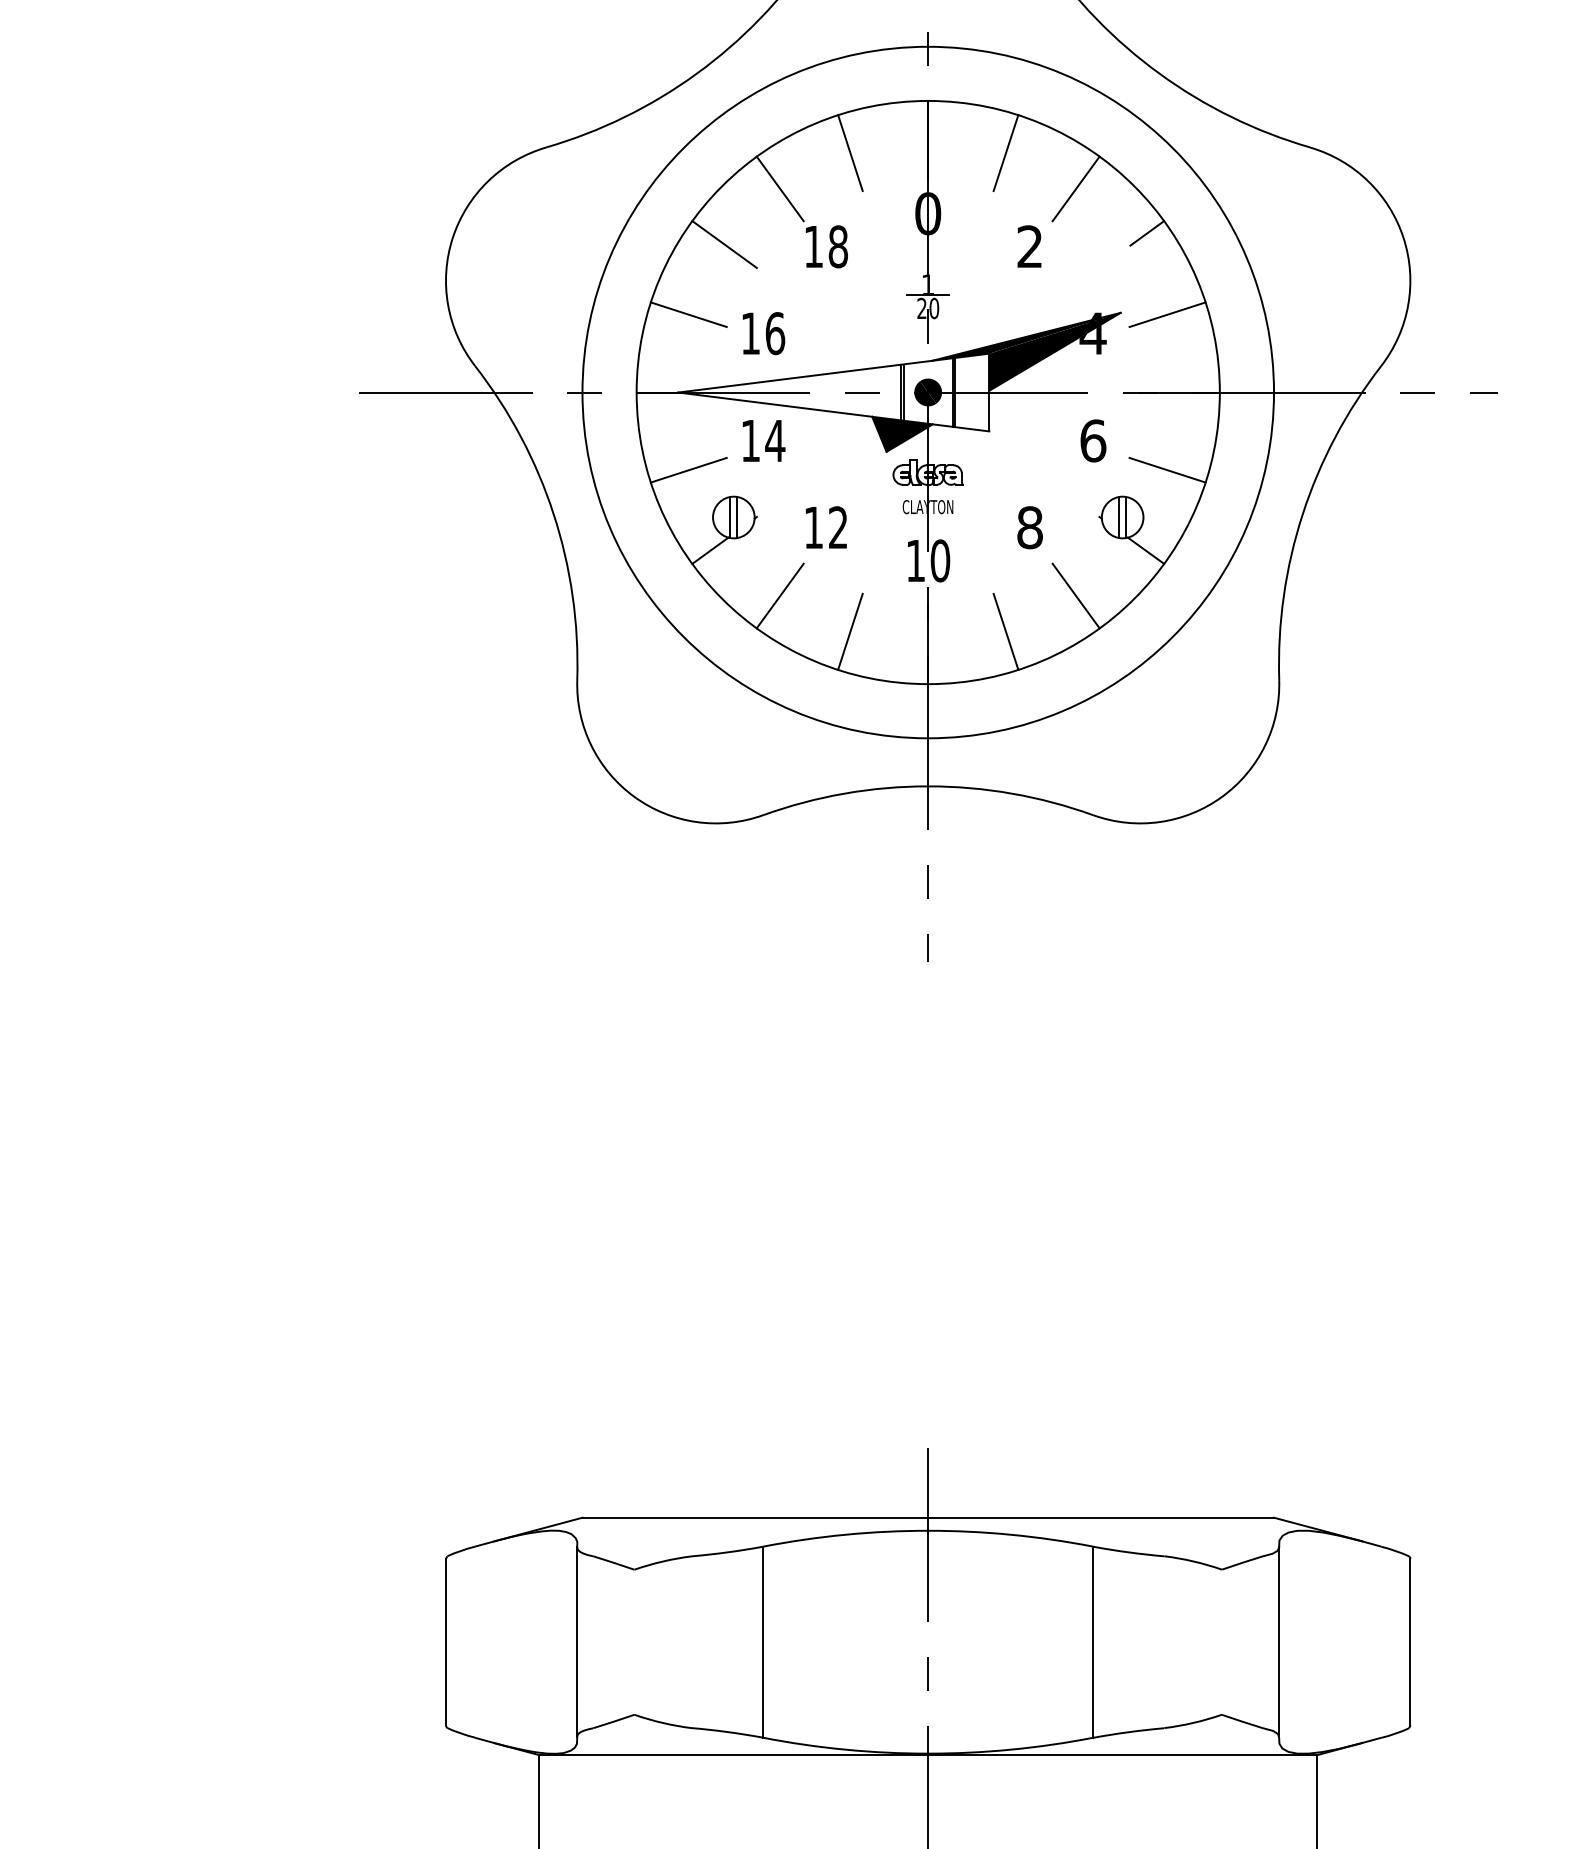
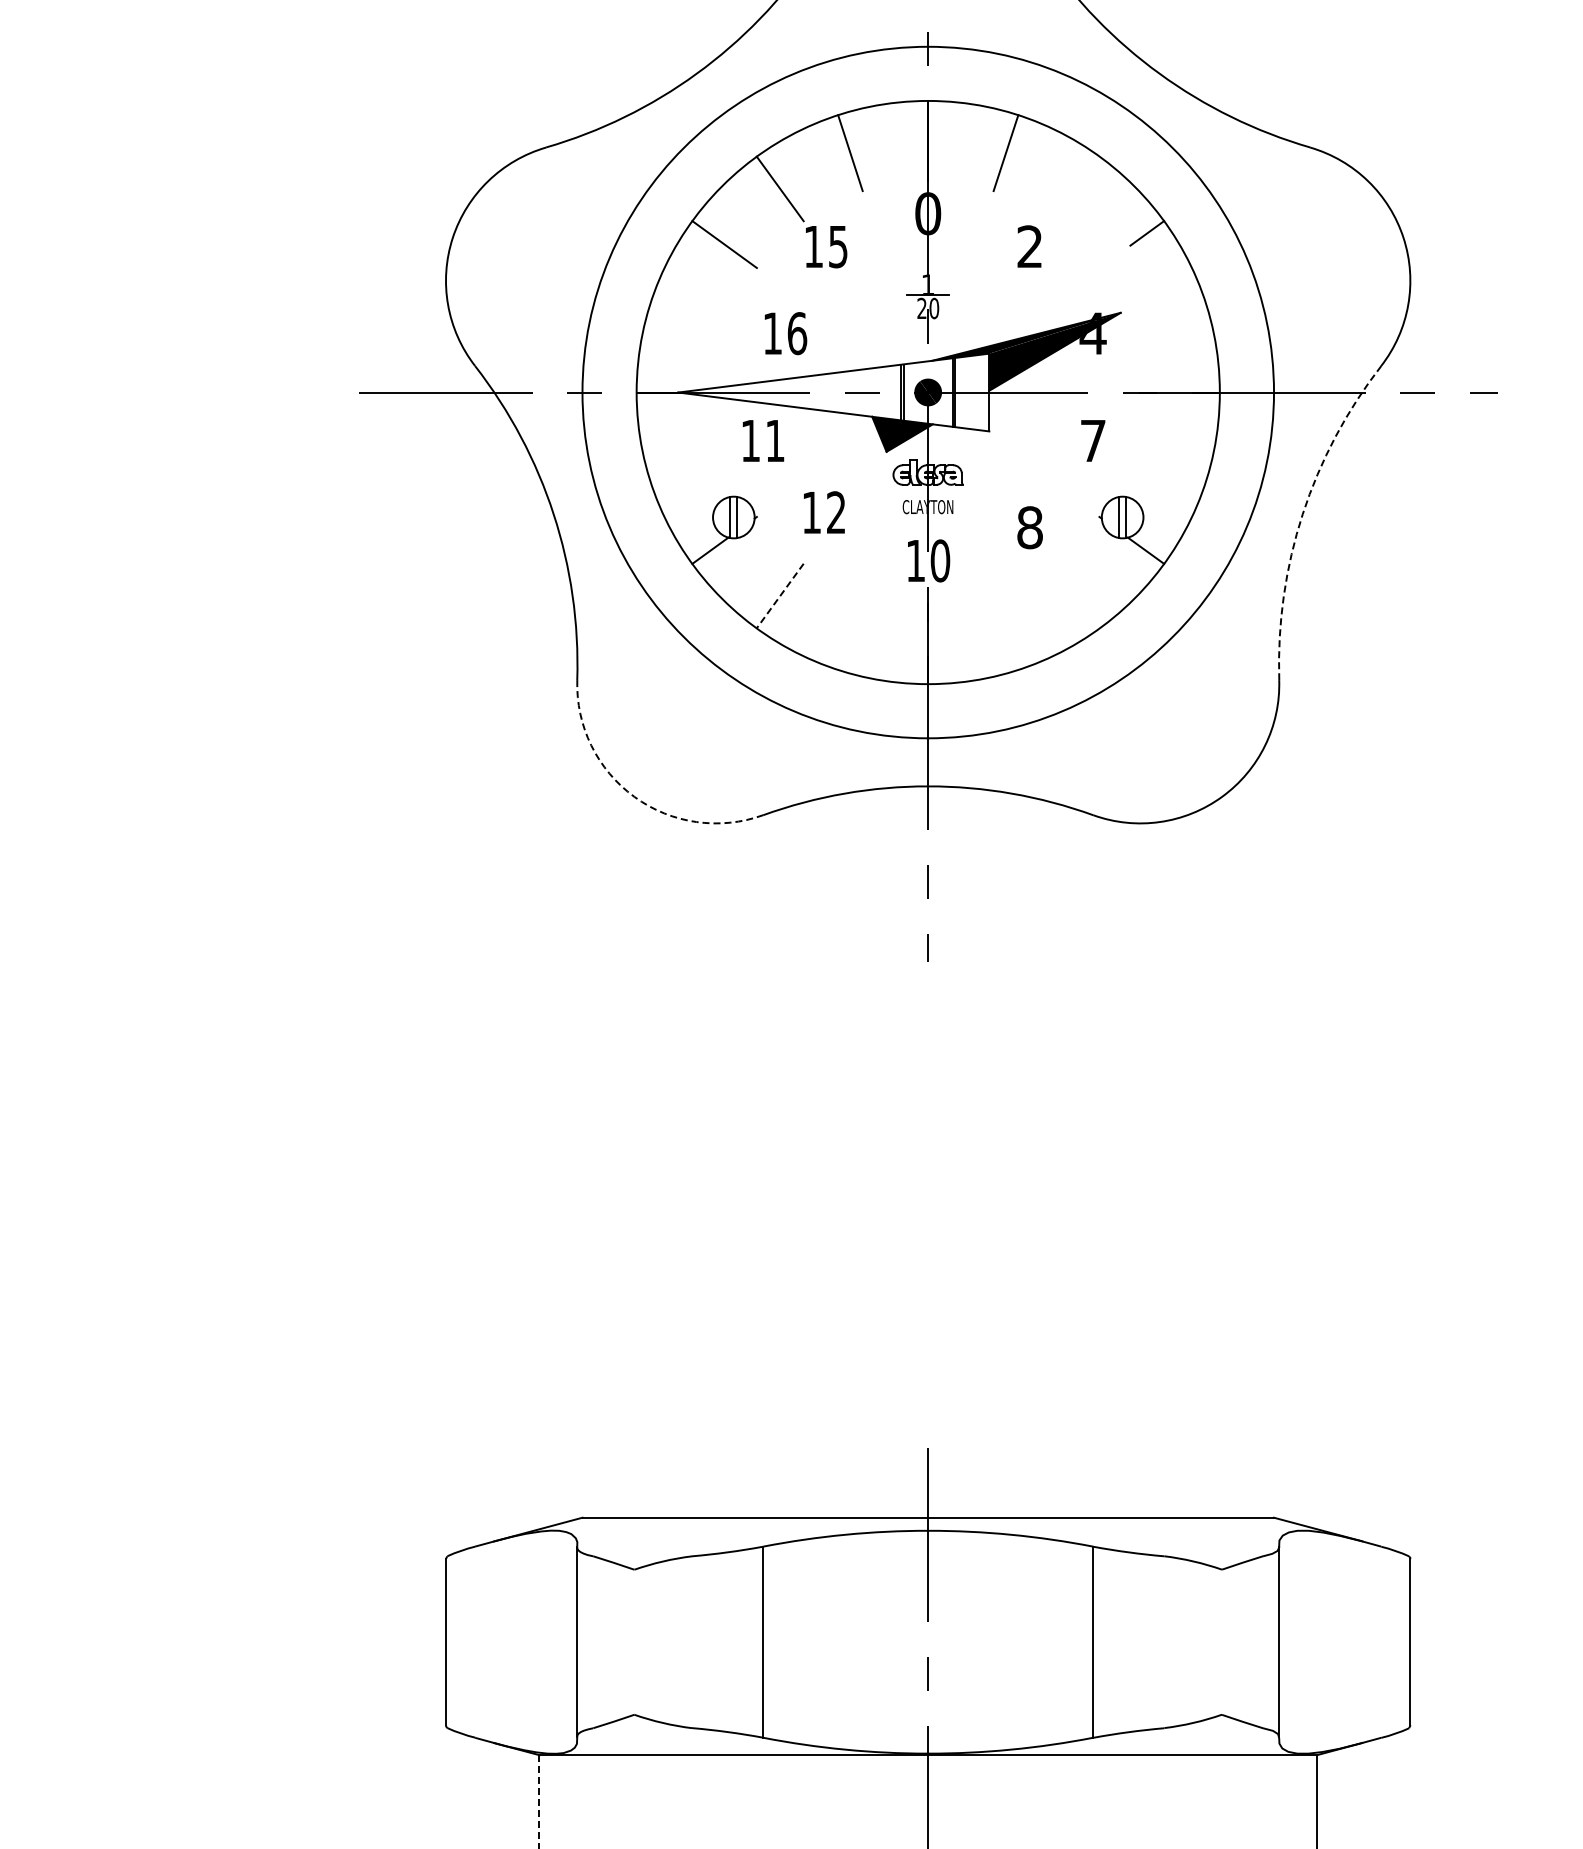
line at (1075, 188): present -> none
text at (837, 246): 18 -> 15
line at (688, 314): present -> none
line at (1167, 314): present -> none
text at (763, 333) position: (763, 333) -> (785, 333)
text at (775, 440): 14 -> 11
text at (1093, 440): 6 -> 7
line at (688, 469): present -> none
line at (1167, 469): present -> none
arc at (1302, 514): solid -> dashed
text at (826, 527) position: (826, 527) -> (824, 512)
line at (1075, 595): present -> none
line at (780, 596): solid -> dashed
line at (850, 631): present -> none
line at (1005, 631): present -> none
arc at (634, 796): solid -> dashed
line at (539, 1802): solid -> dashed
